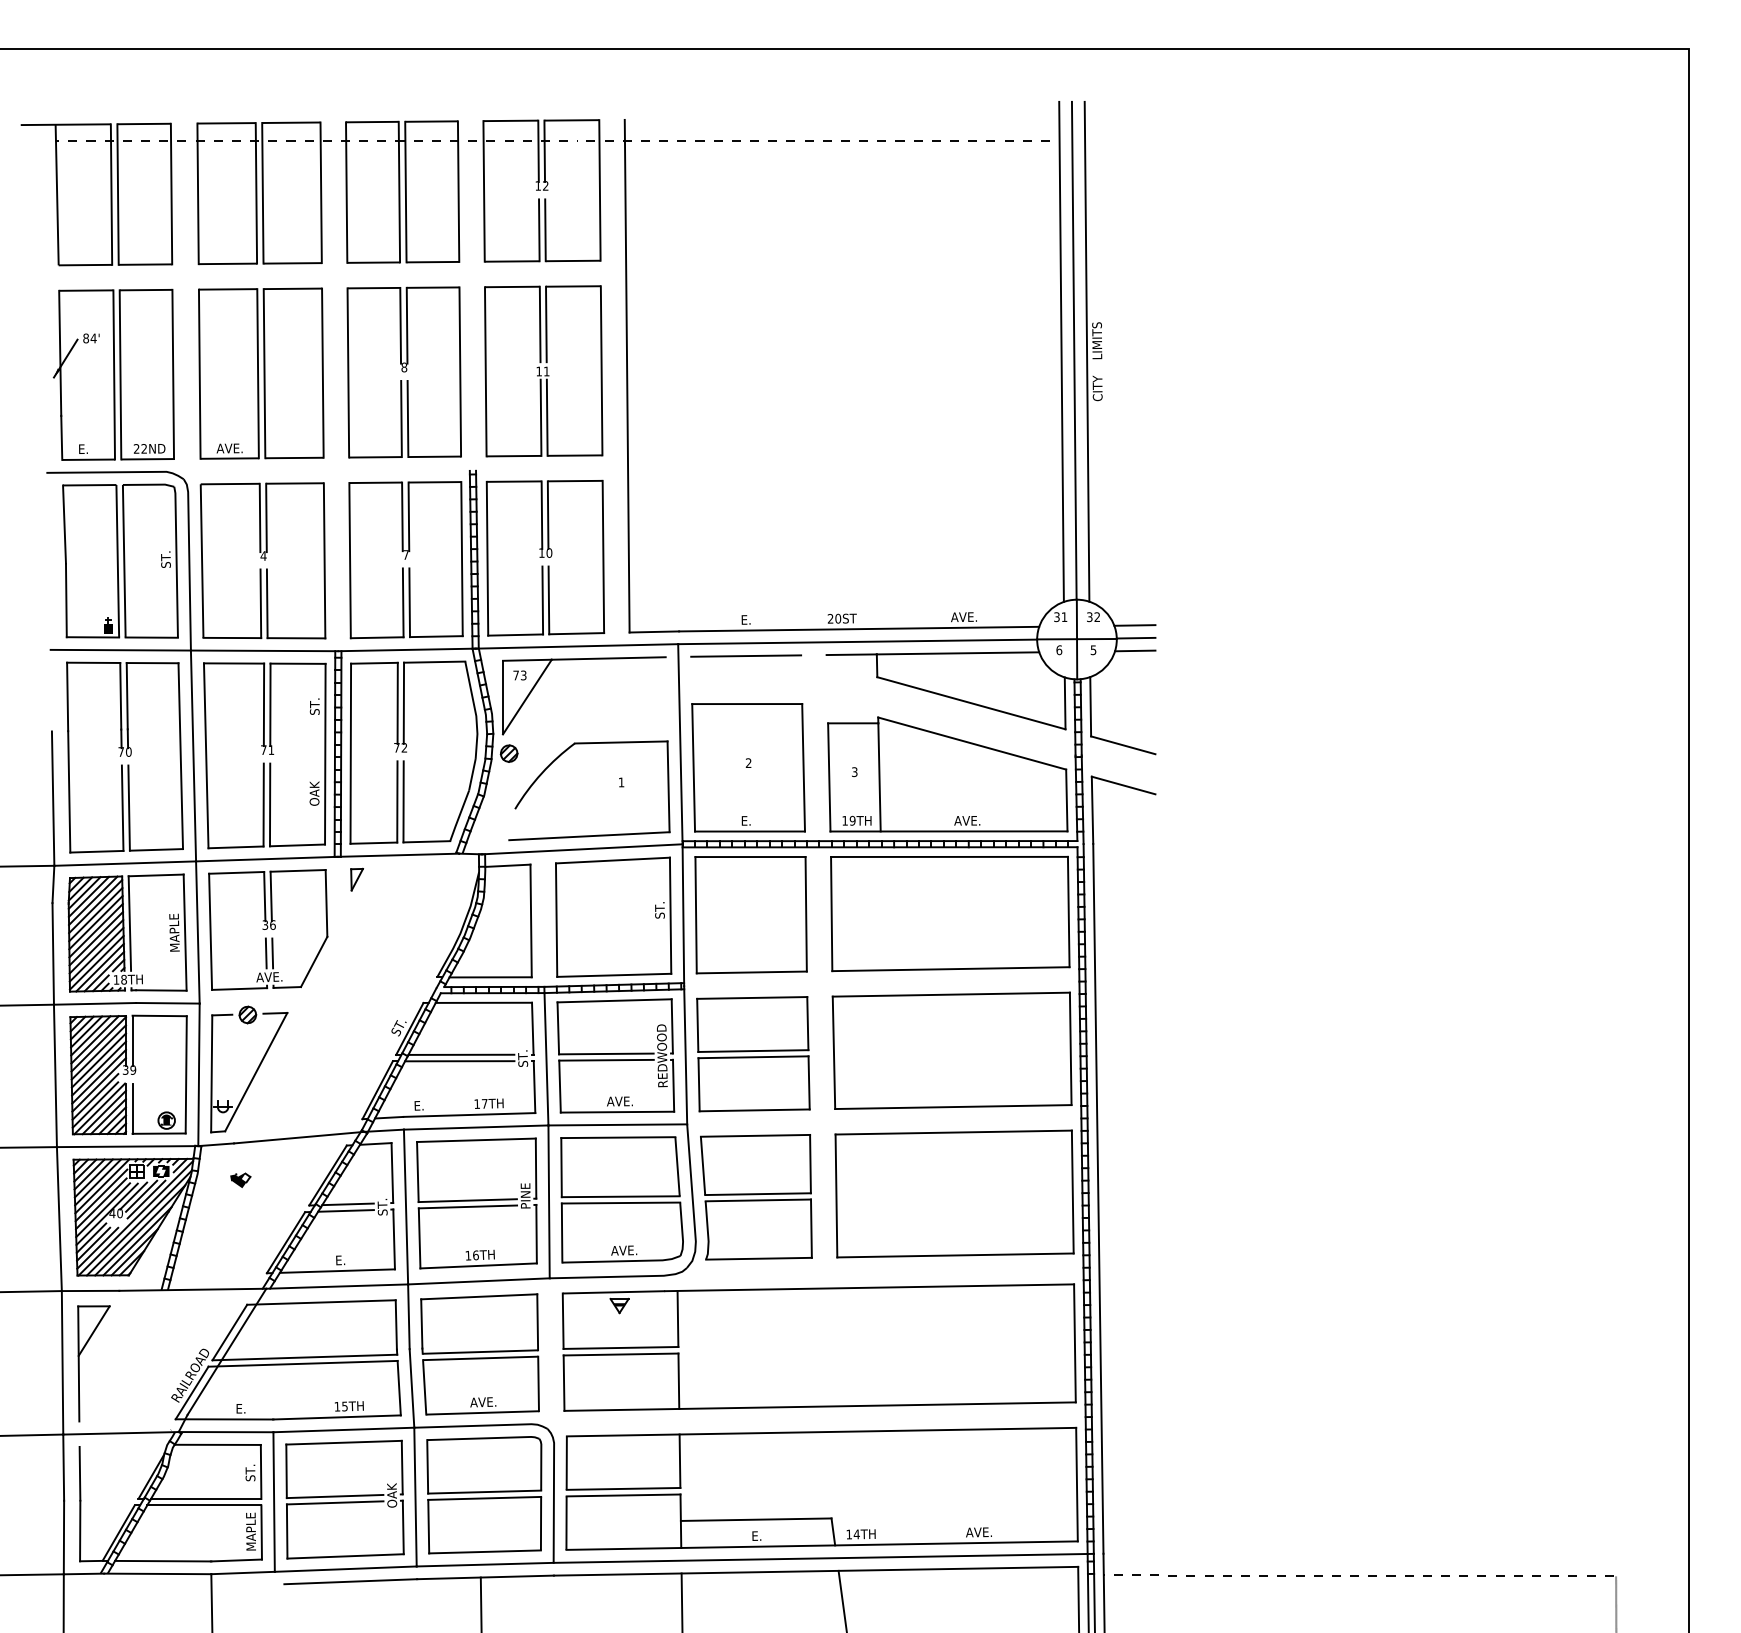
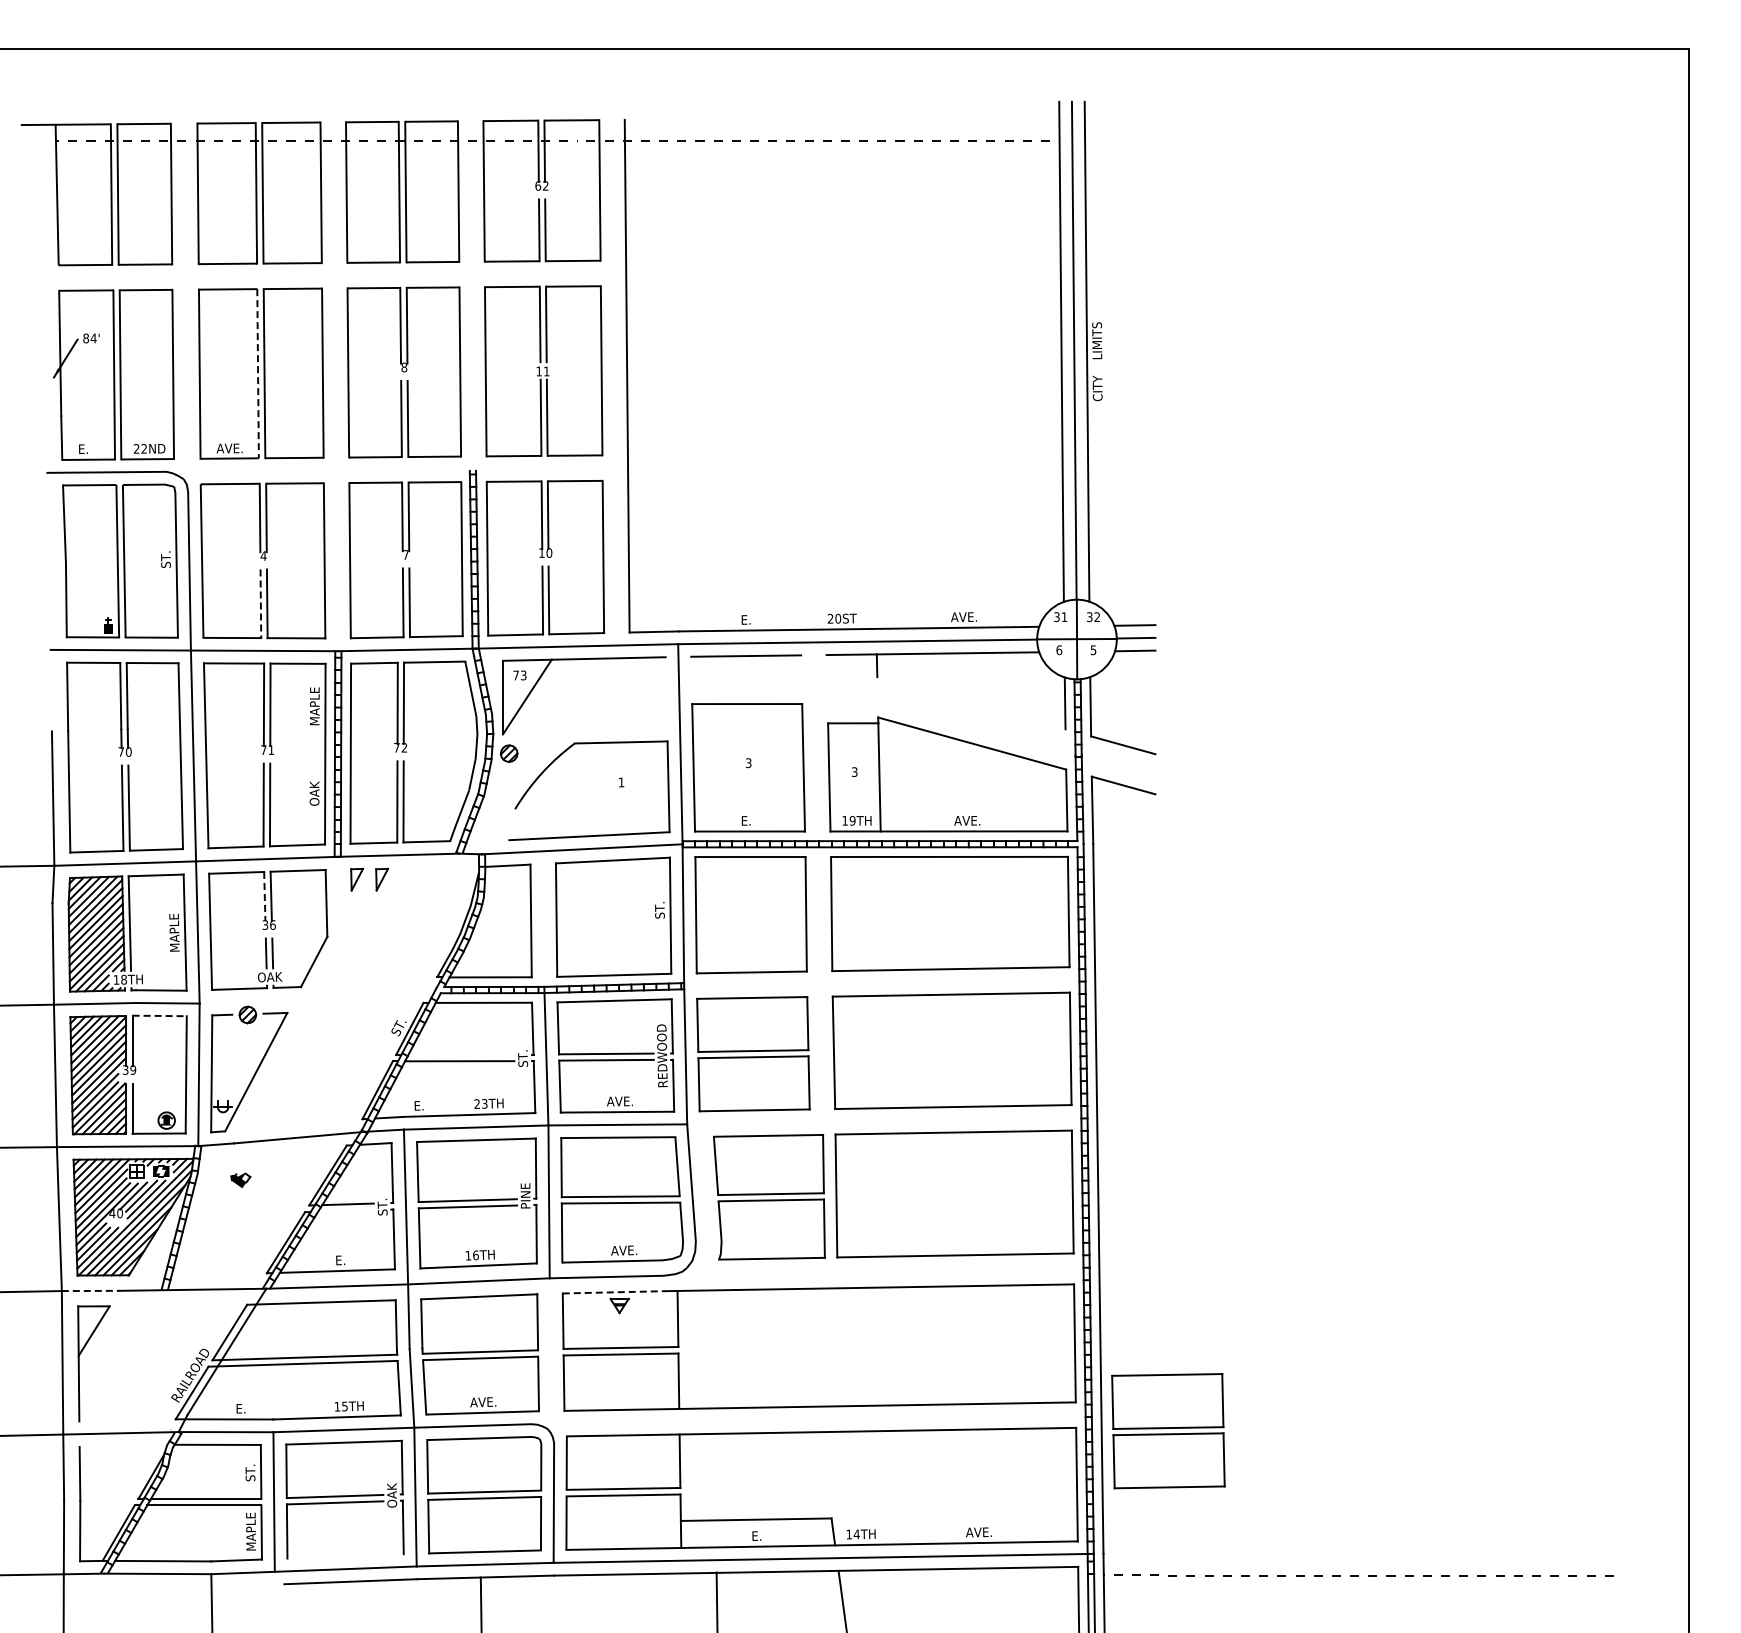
text at (538, 185): 12 -> 62
line at (258, 373): solid -> dashed
line at (260, 604): solid -> dashed
line at (971, 703): present -> none
text at (314, 706): ST. -> MAPLE
text at (748, 763): 2 -> 3
part at (381, 879): none -> present
line at (264, 896): solid -> dashed
text at (269, 977): AVE. -> OAK
line at (160, 1015): solid -> dashed
line at (461, 1054): present -> none
text at (480, 1103): 17TH -> 23TH
part at (756, 1197) position: (756, 1197) -> (769, 1197)
line at (345, 1210): present -> none
line at (90, 1290): solid -> dashed
line at (614, 1292): solid -> dashed
part at (1168, 1431): none -> present
line at (345, 1556): present -> none
line at (681, 1601) position: (681, 1601) -> (716, 1600)
line at (1616, 1602): present -> none
